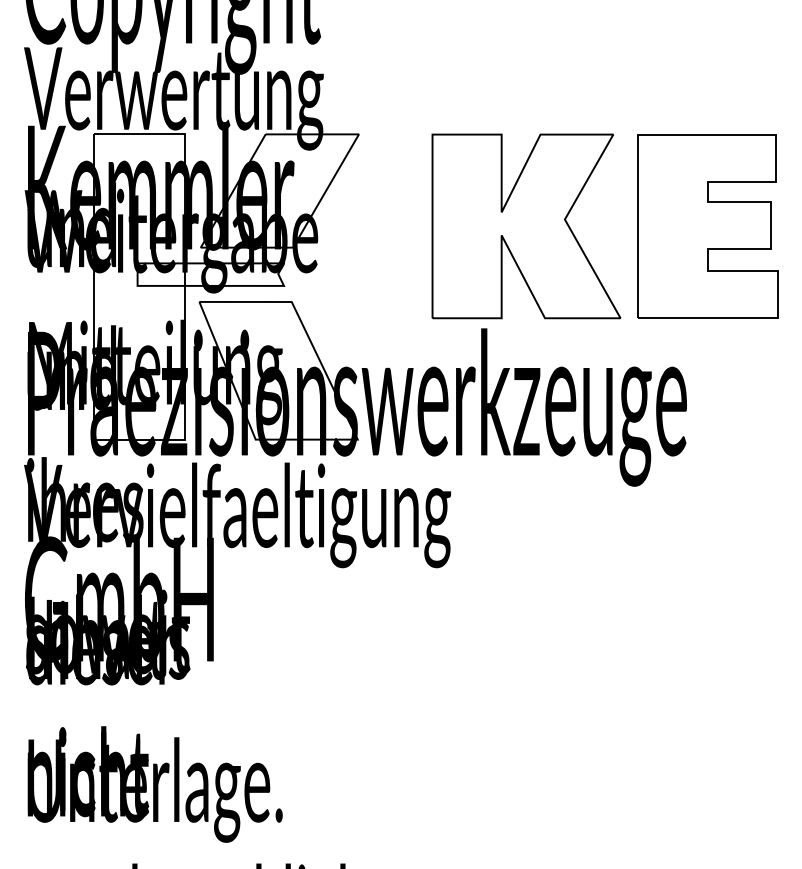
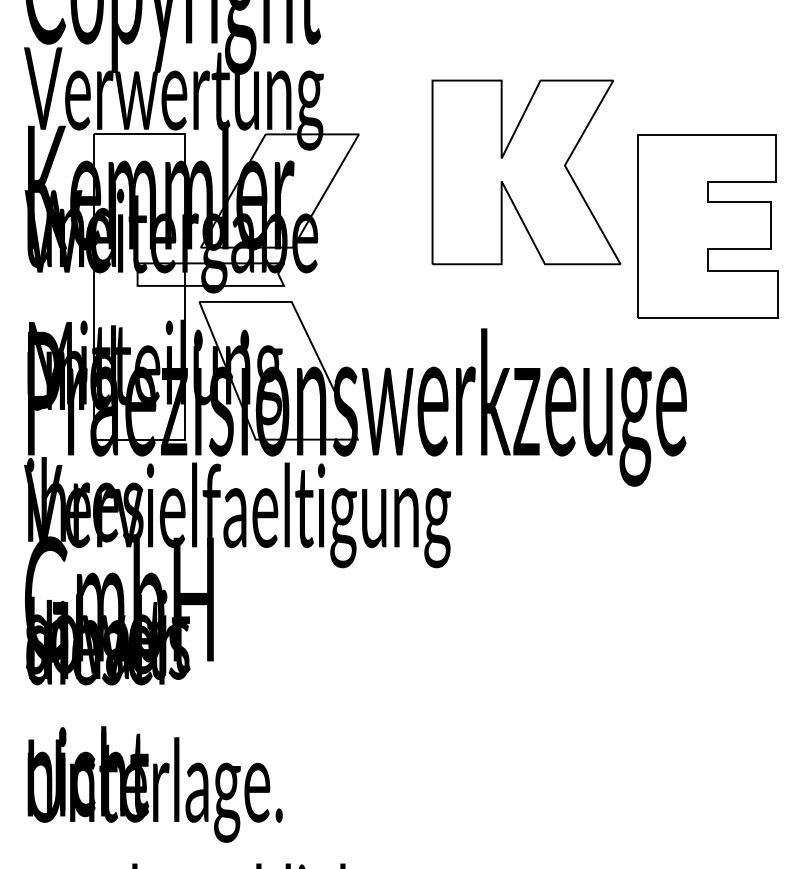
part at (526, 226) position: (526, 226) -> (526, 172)
